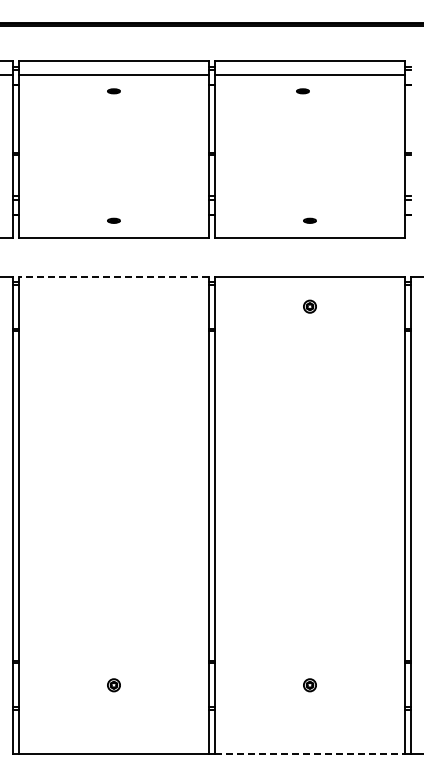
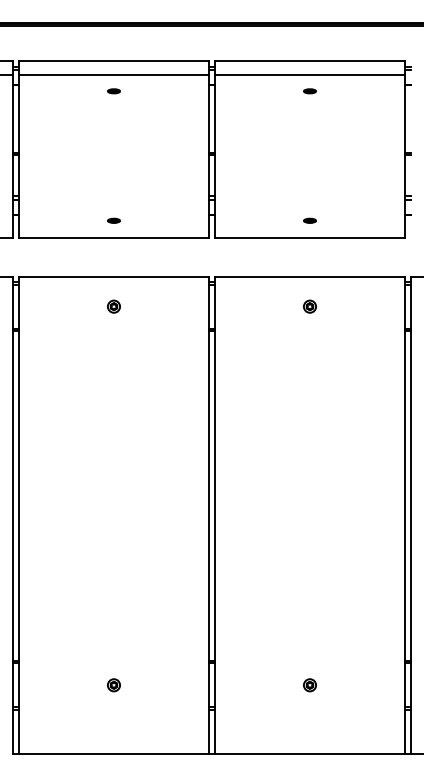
part at (302, 91) position: (302, 91) -> (309, 91)
line at (113, 277): dashed -> solid
part at (113, 306): none -> present
line at (310, 753): dashed -> solid
